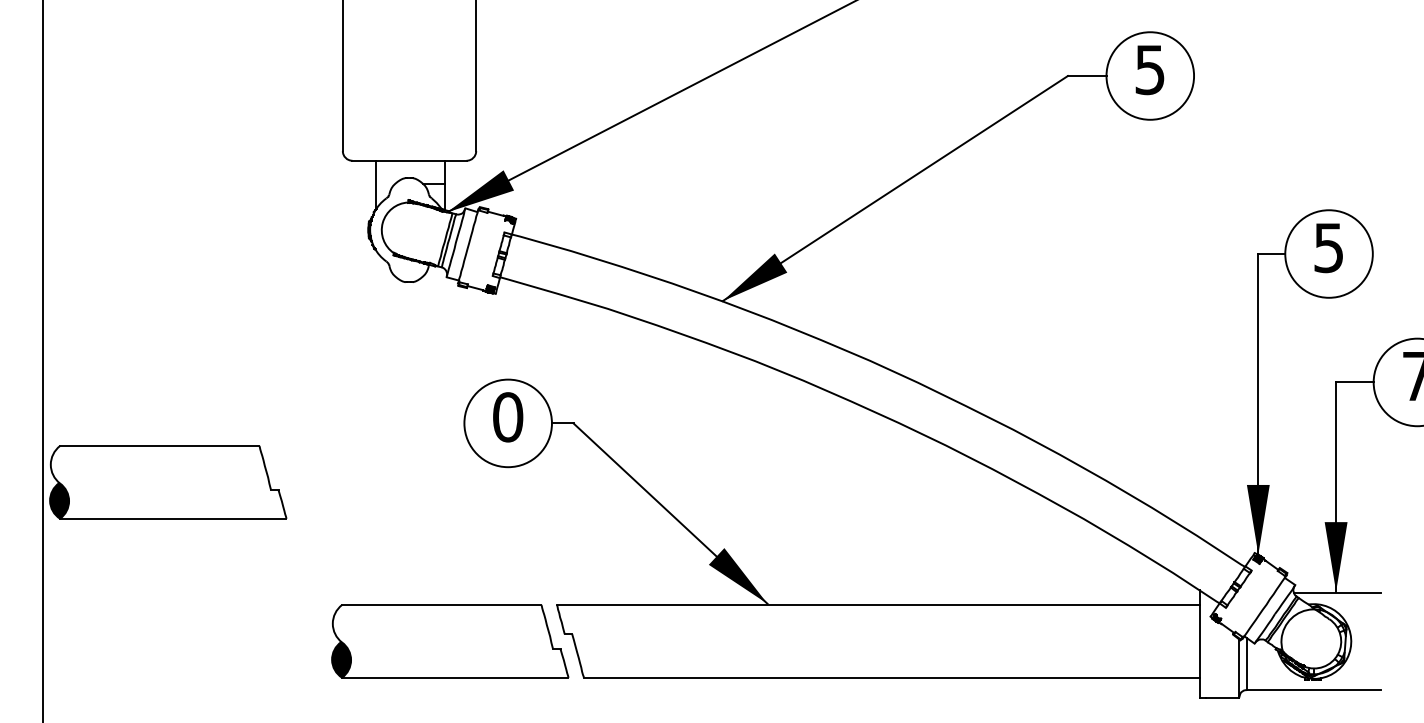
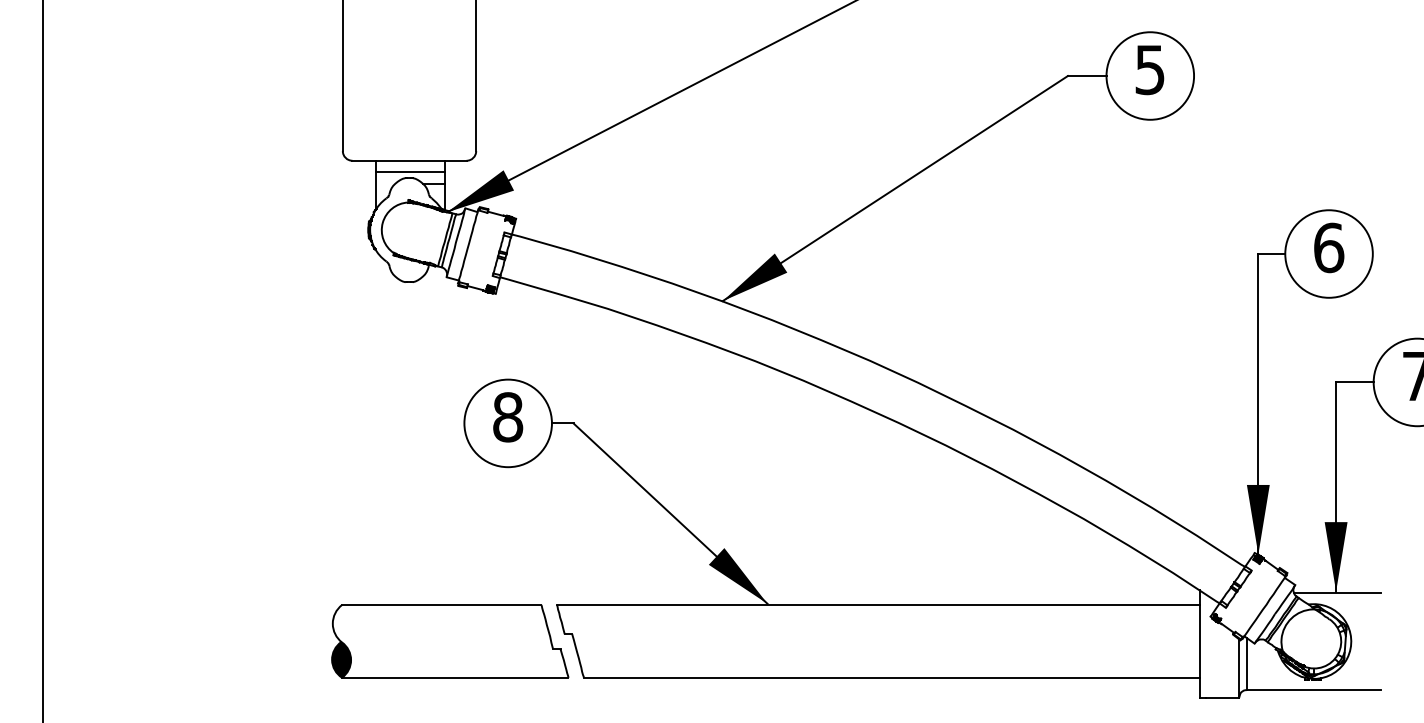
line at (410, 172): none -> present
text at (1329, 247): 5 -> 6
text at (508, 417): 0 -> 8
part at (168, 482): present -> none
